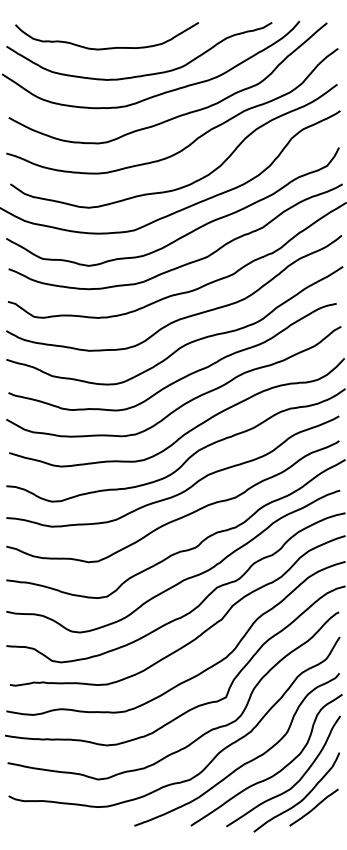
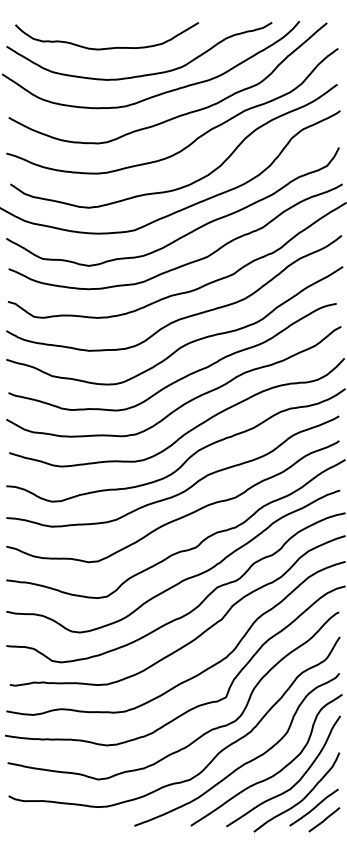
line at (324, 819): none -> present
